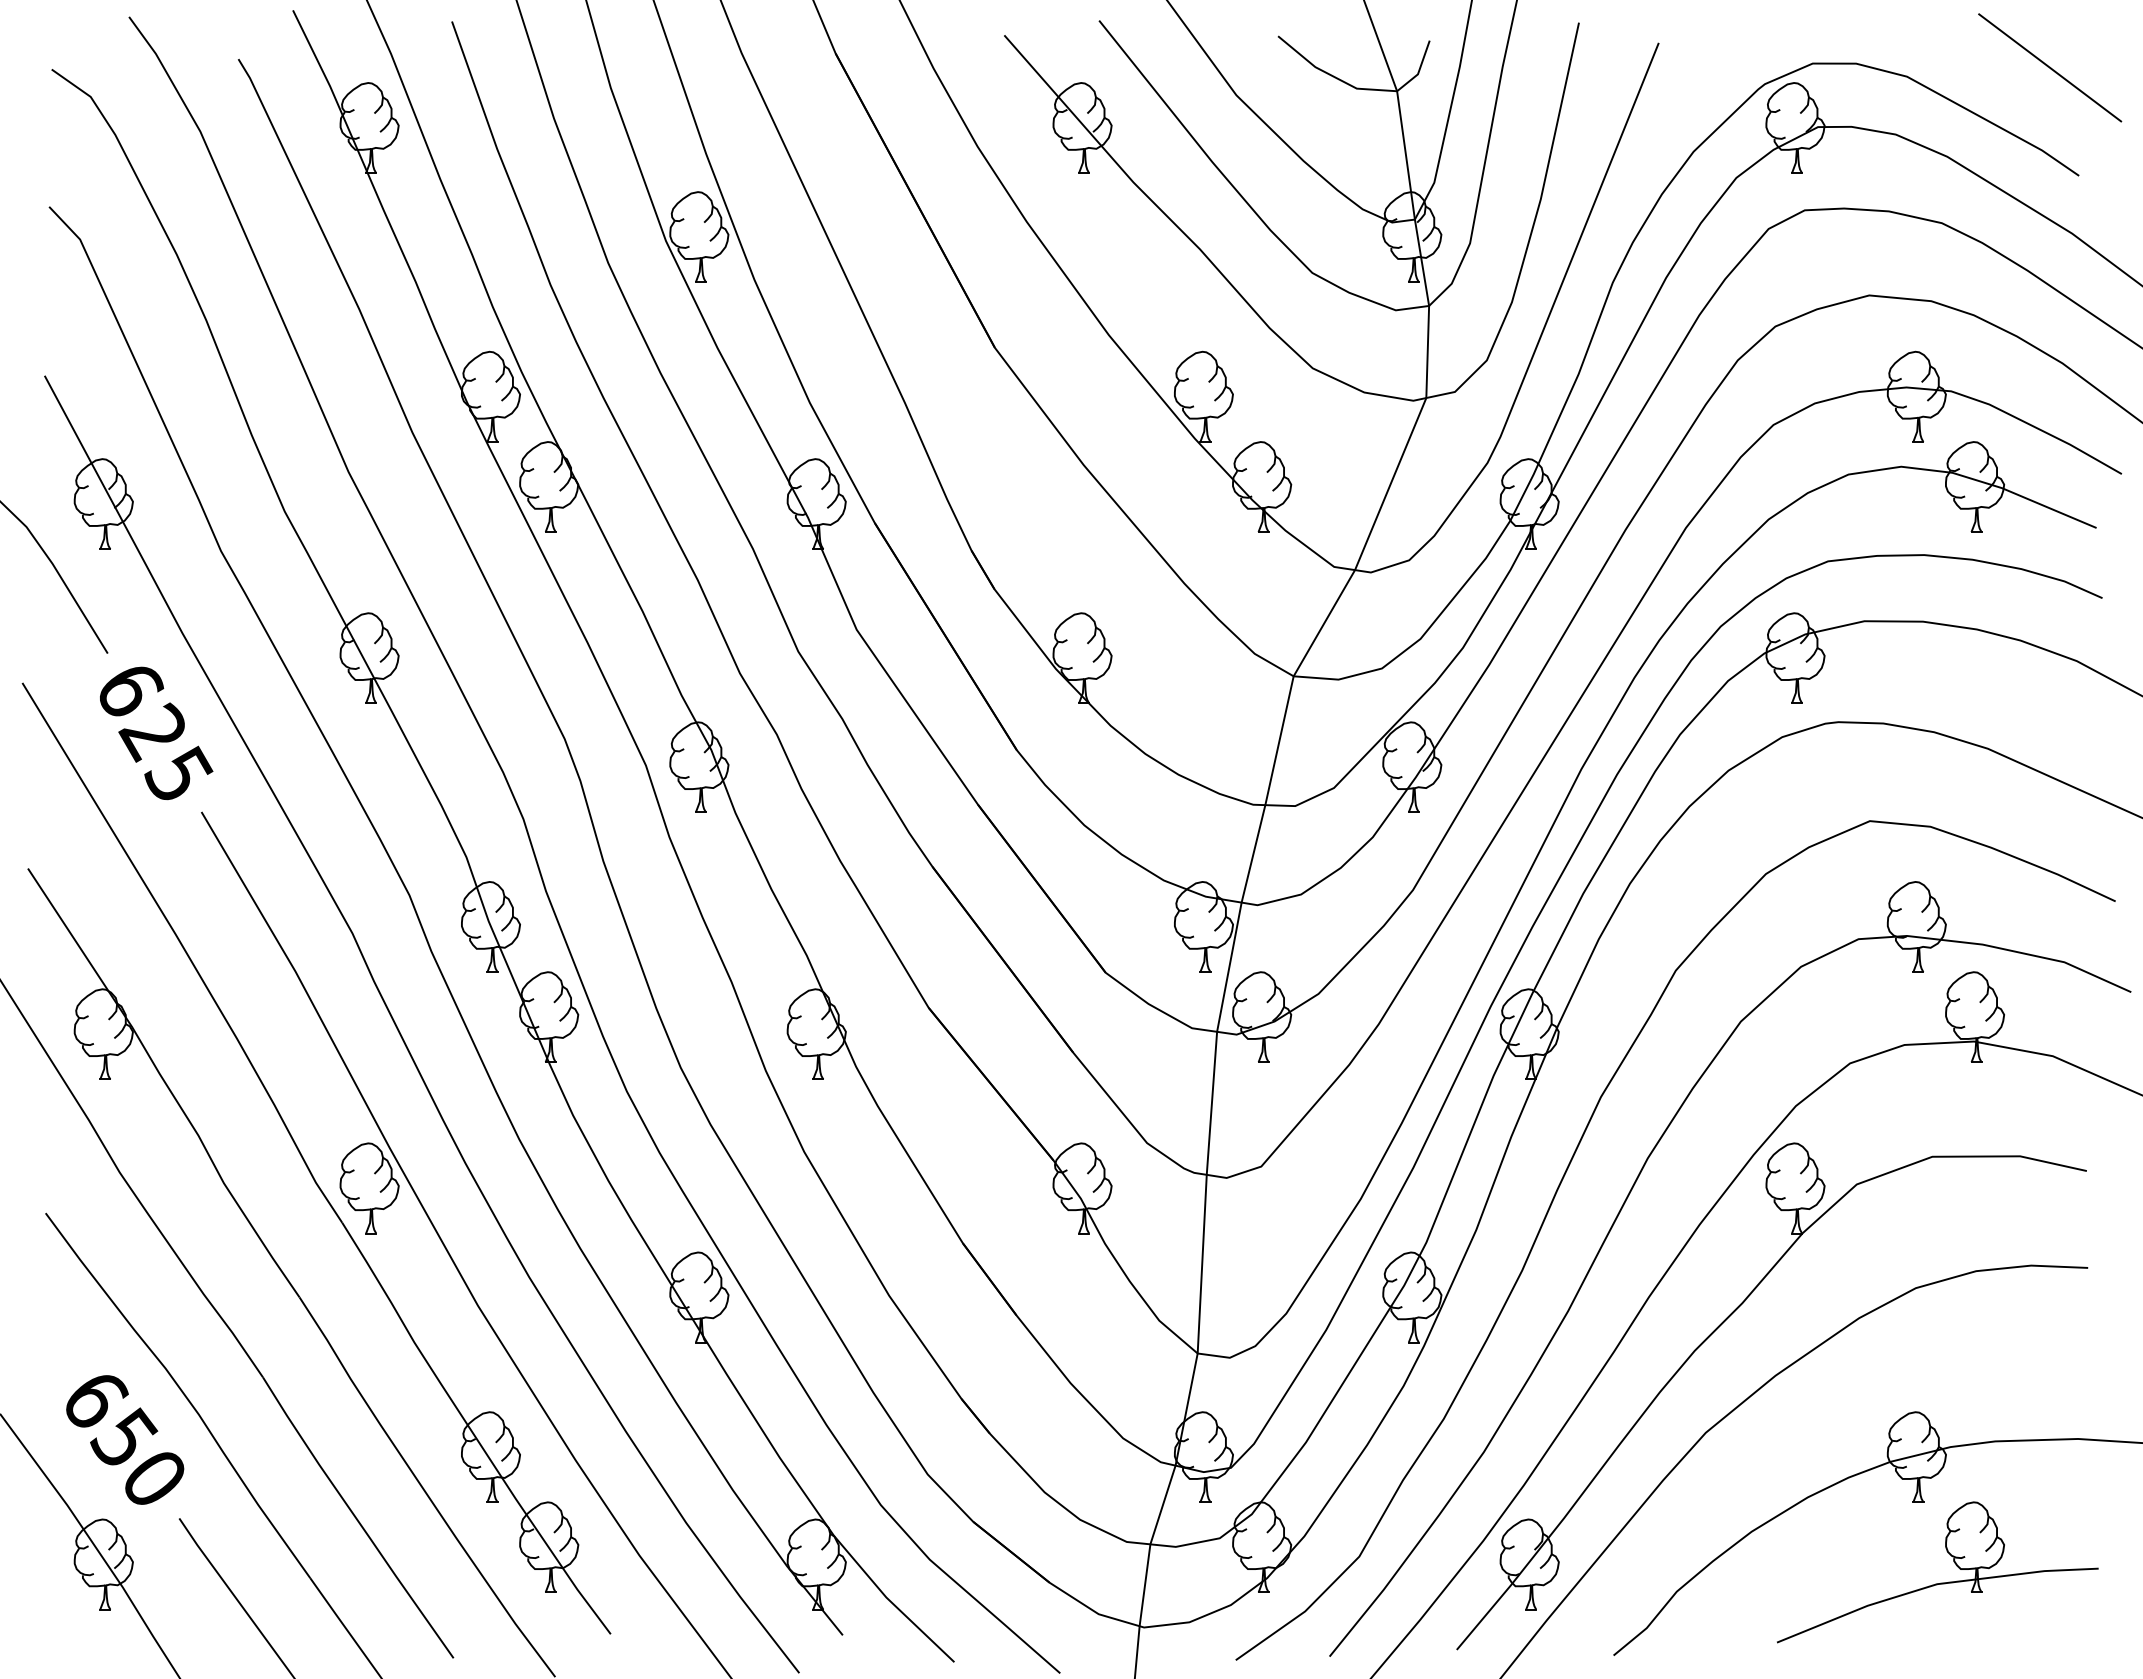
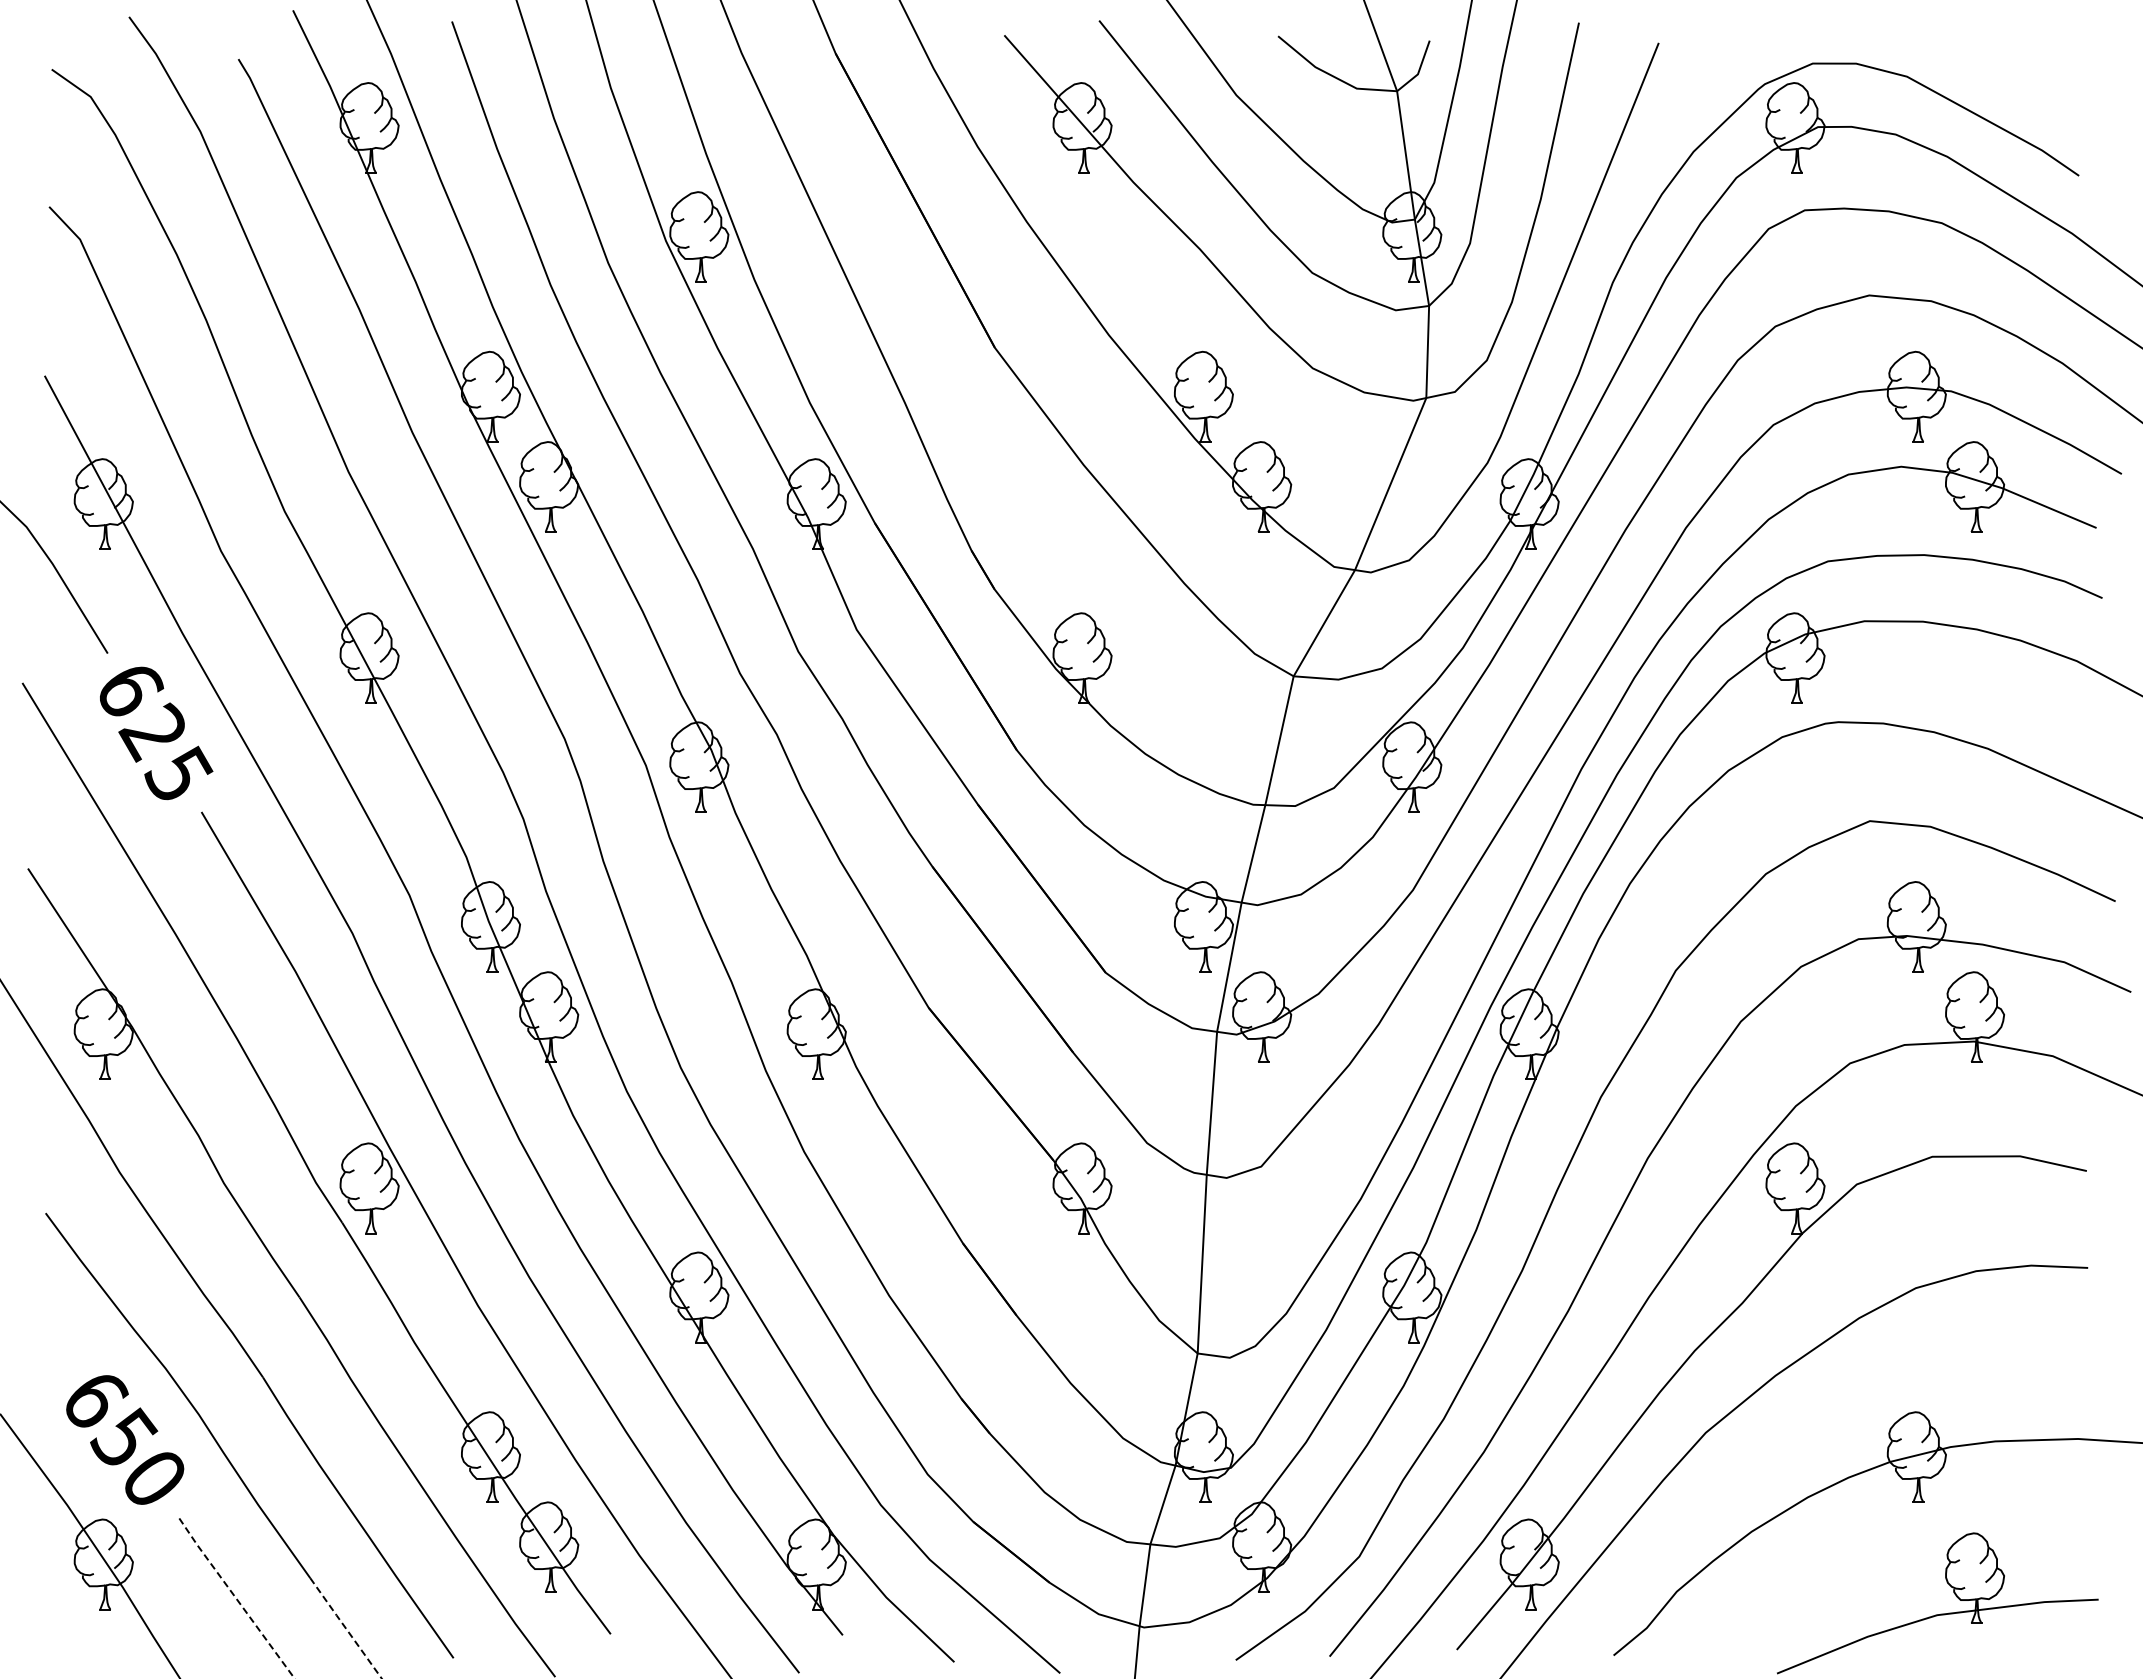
line at (2050, 67): present -> none
part at (1940, 1582) position: (1940, 1582) -> (1940, 1613)
line at (236, 1598): solid -> dashed
line at (345, 1628): solid -> dashed
